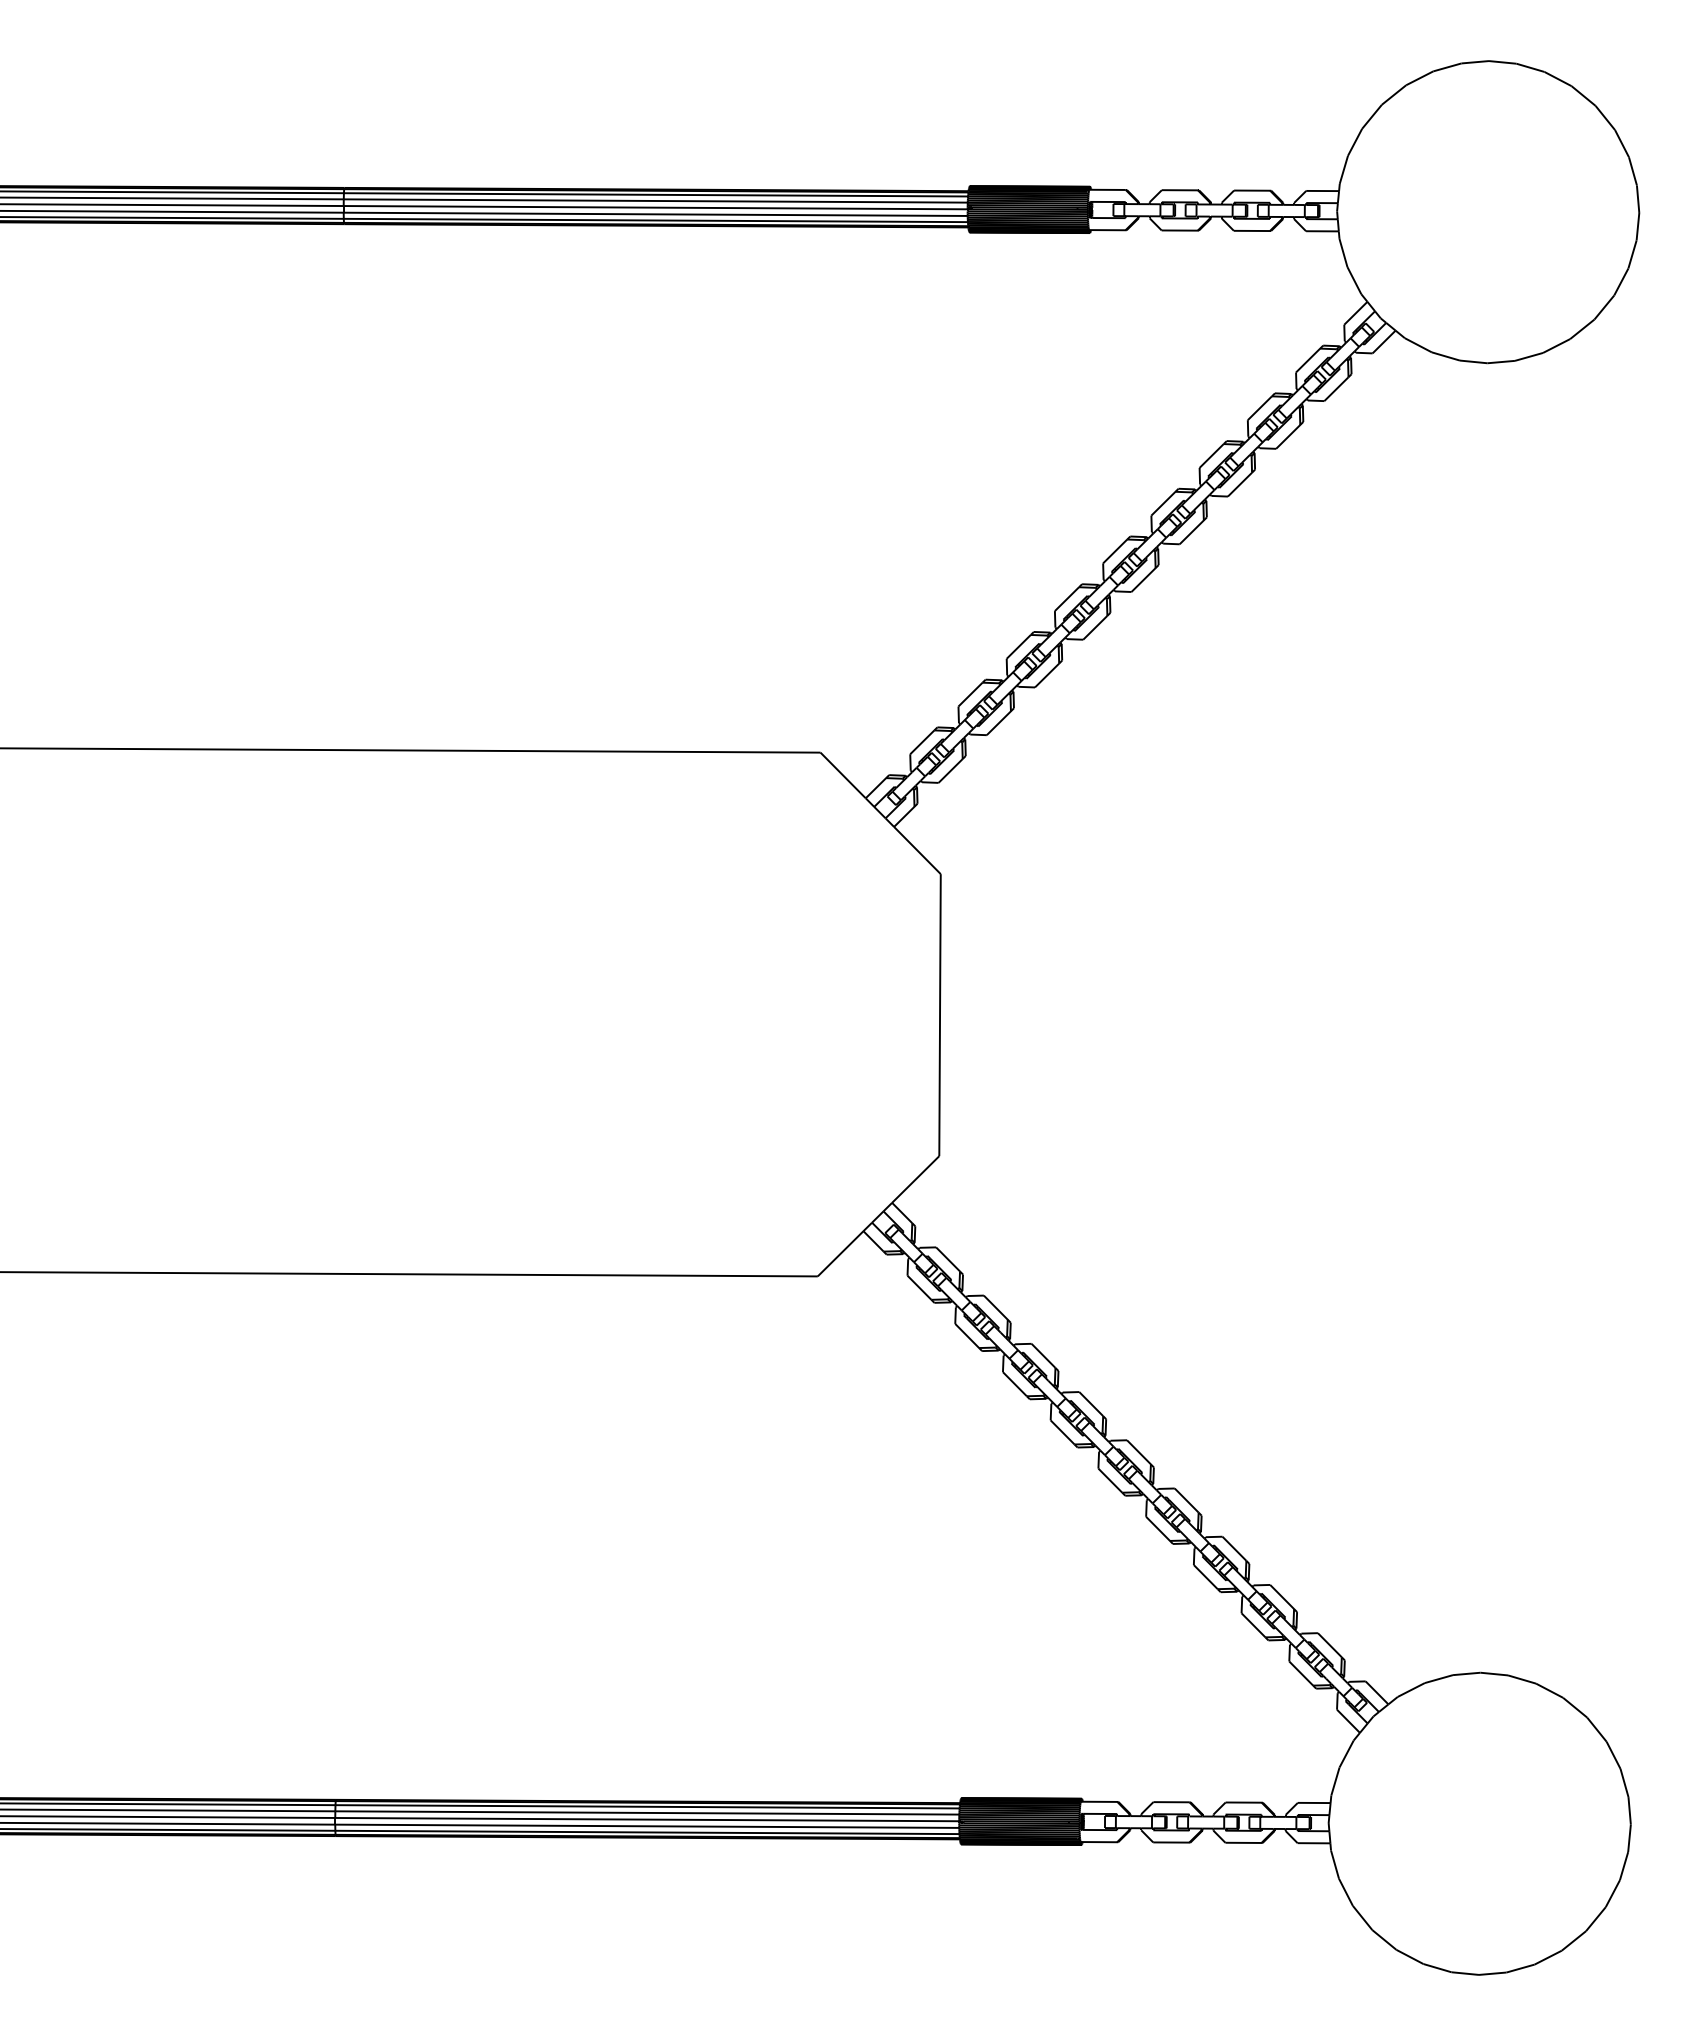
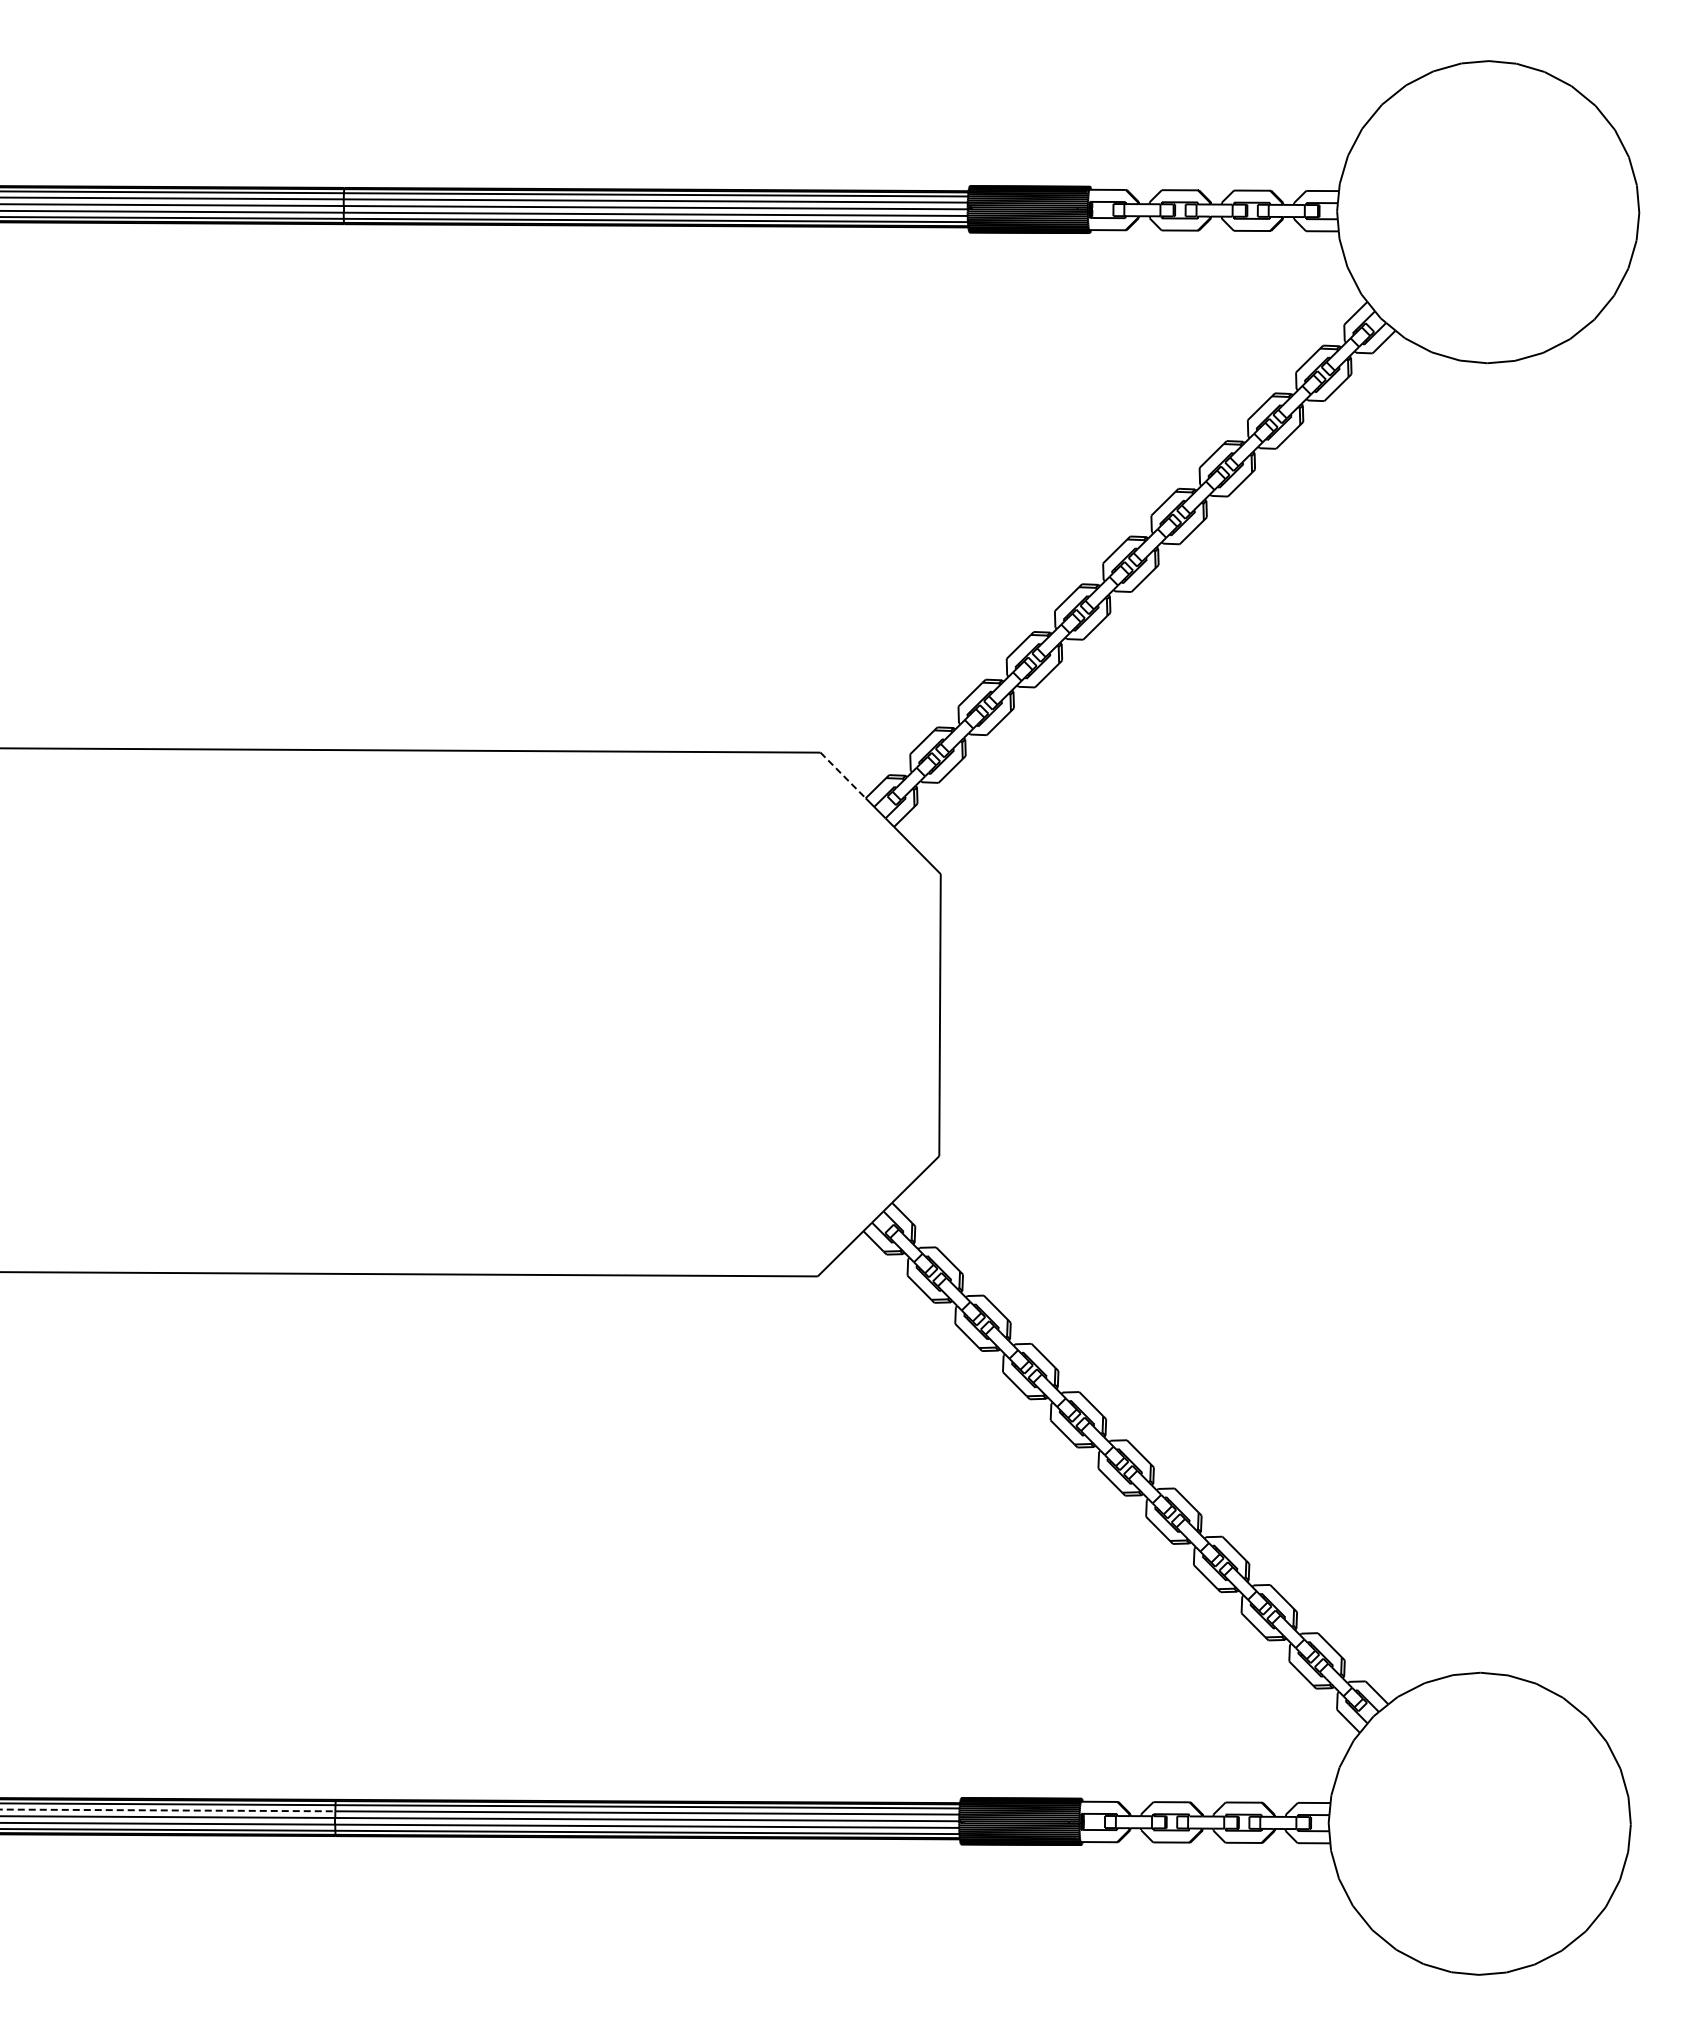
line at (843, 775): solid -> dashed
line at (168, 1810): solid -> dashed
